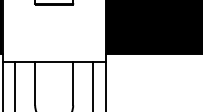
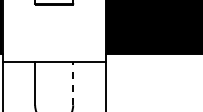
line at (73, 83): solid -> dashed
line at (15, 85): present -> none
line at (93, 85): present -> none
